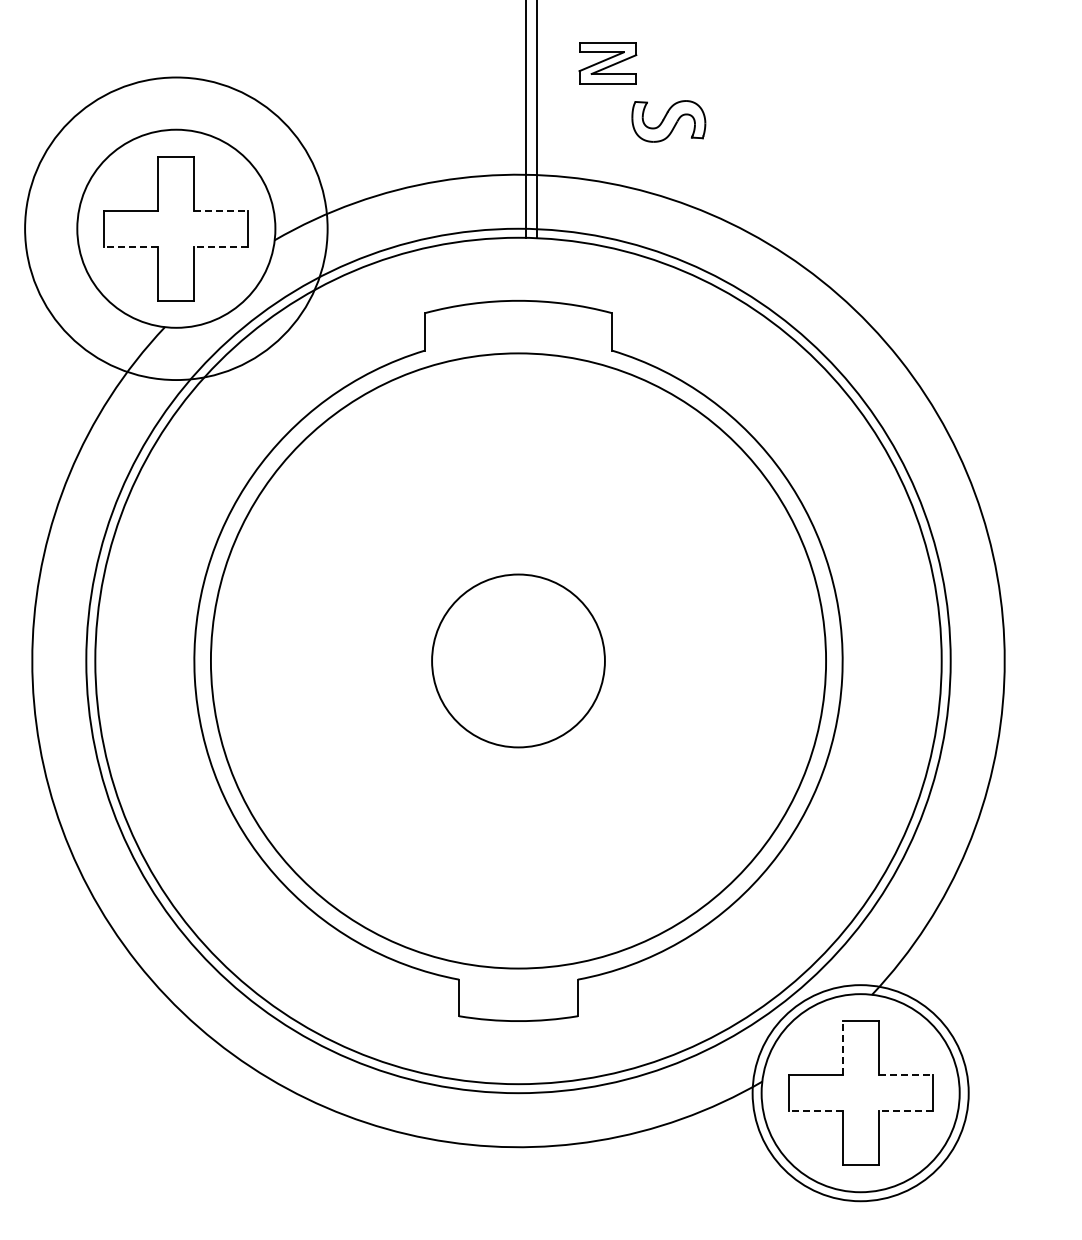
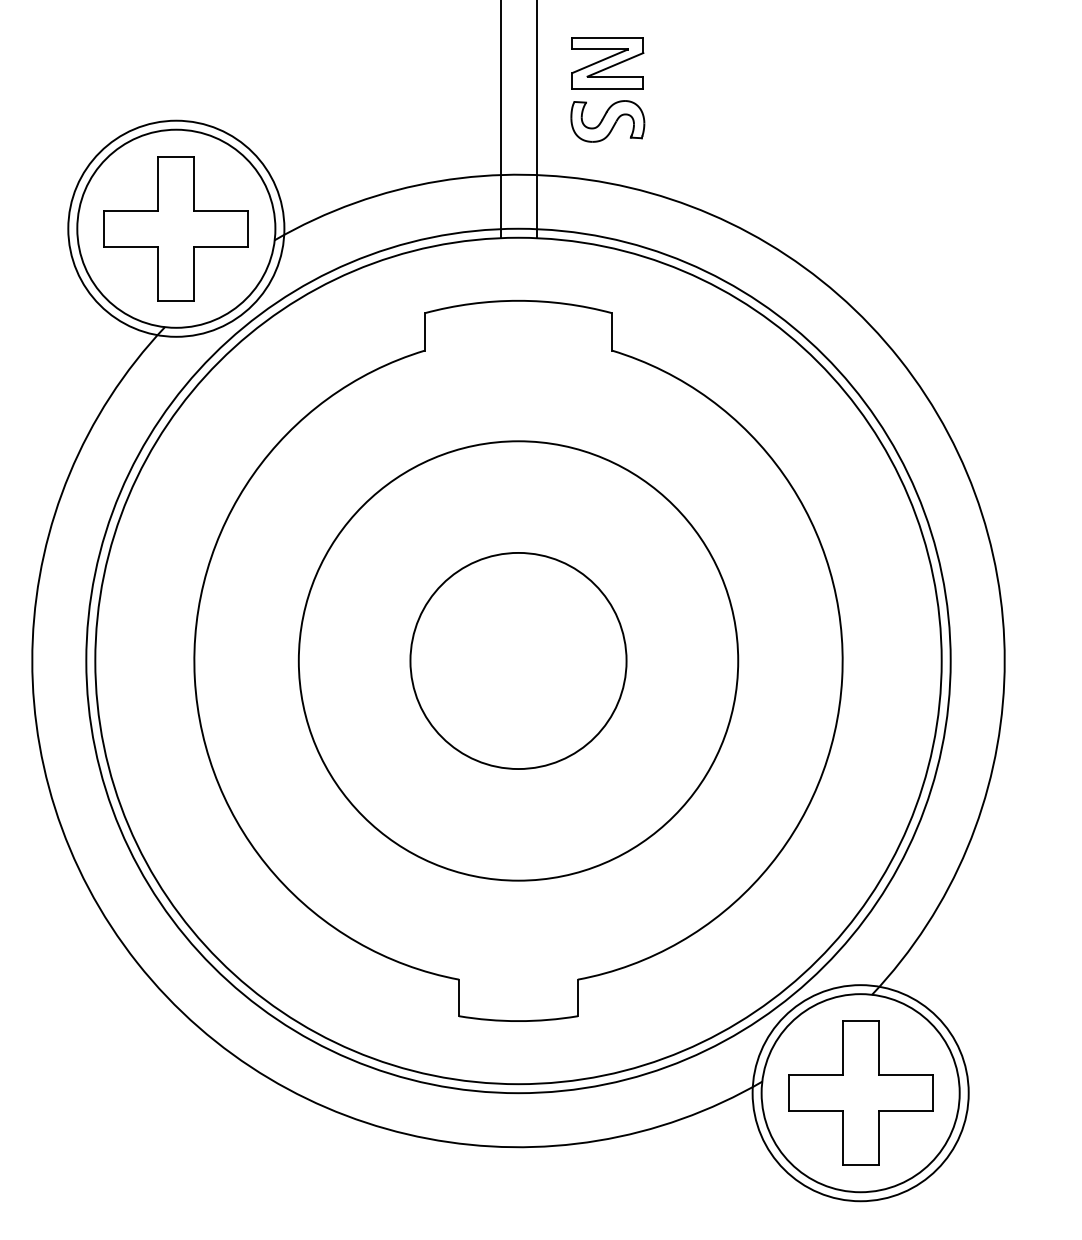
part at (607, 63) size: 60x43 px -> 74x53 px
line at (525, 120) position: (525, 120) -> (500, 120)
part at (668, 121) position: (668, 121) -> (607, 121)
line at (221, 210): dashed -> solid
circle at (176, 228) diameter: 303 px -> 216 px
line at (130, 246): dashed -> solid
line at (220, 246): dashed -> solid
circle at (518, 660) diameter: 173 px -> 216 px
circle at (518, 660) diameter: 615 px -> 439 px
line at (842, 1047): dashed -> solid
line at (906, 1075): dashed -> solid
line at (815, 1111): dashed -> solid
line at (905, 1111): dashed -> solid
